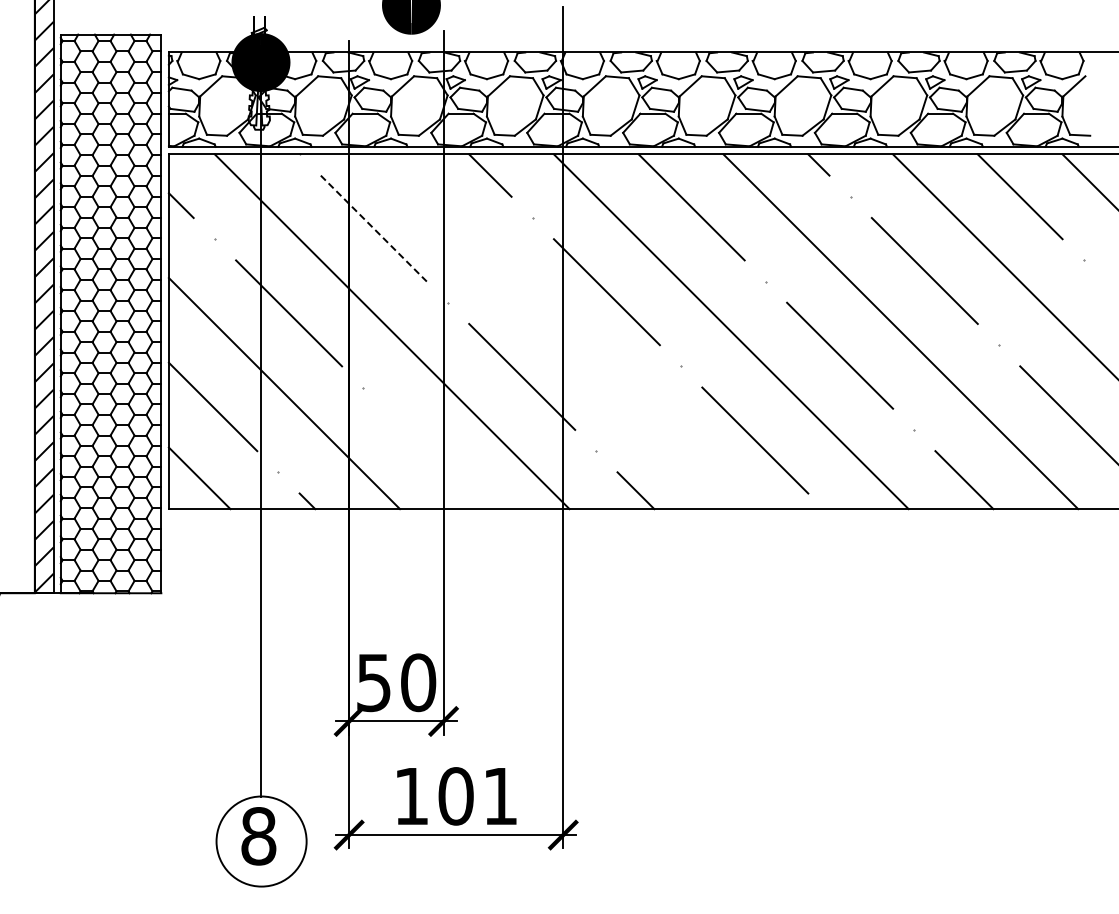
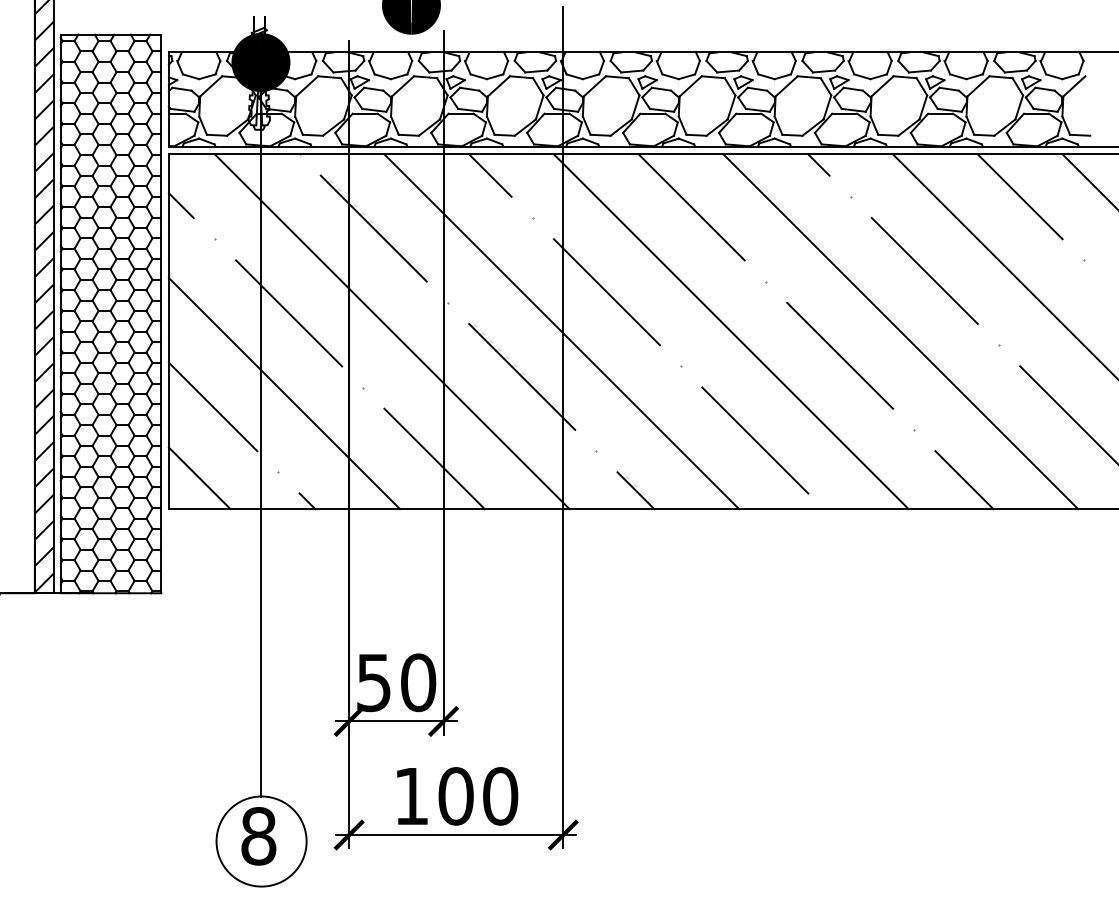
line at (373, 228): dashed -> solid
line at (561, 331): none -> present
line at (434, 458): none -> present
text at (500, 796): 101 -> 100
